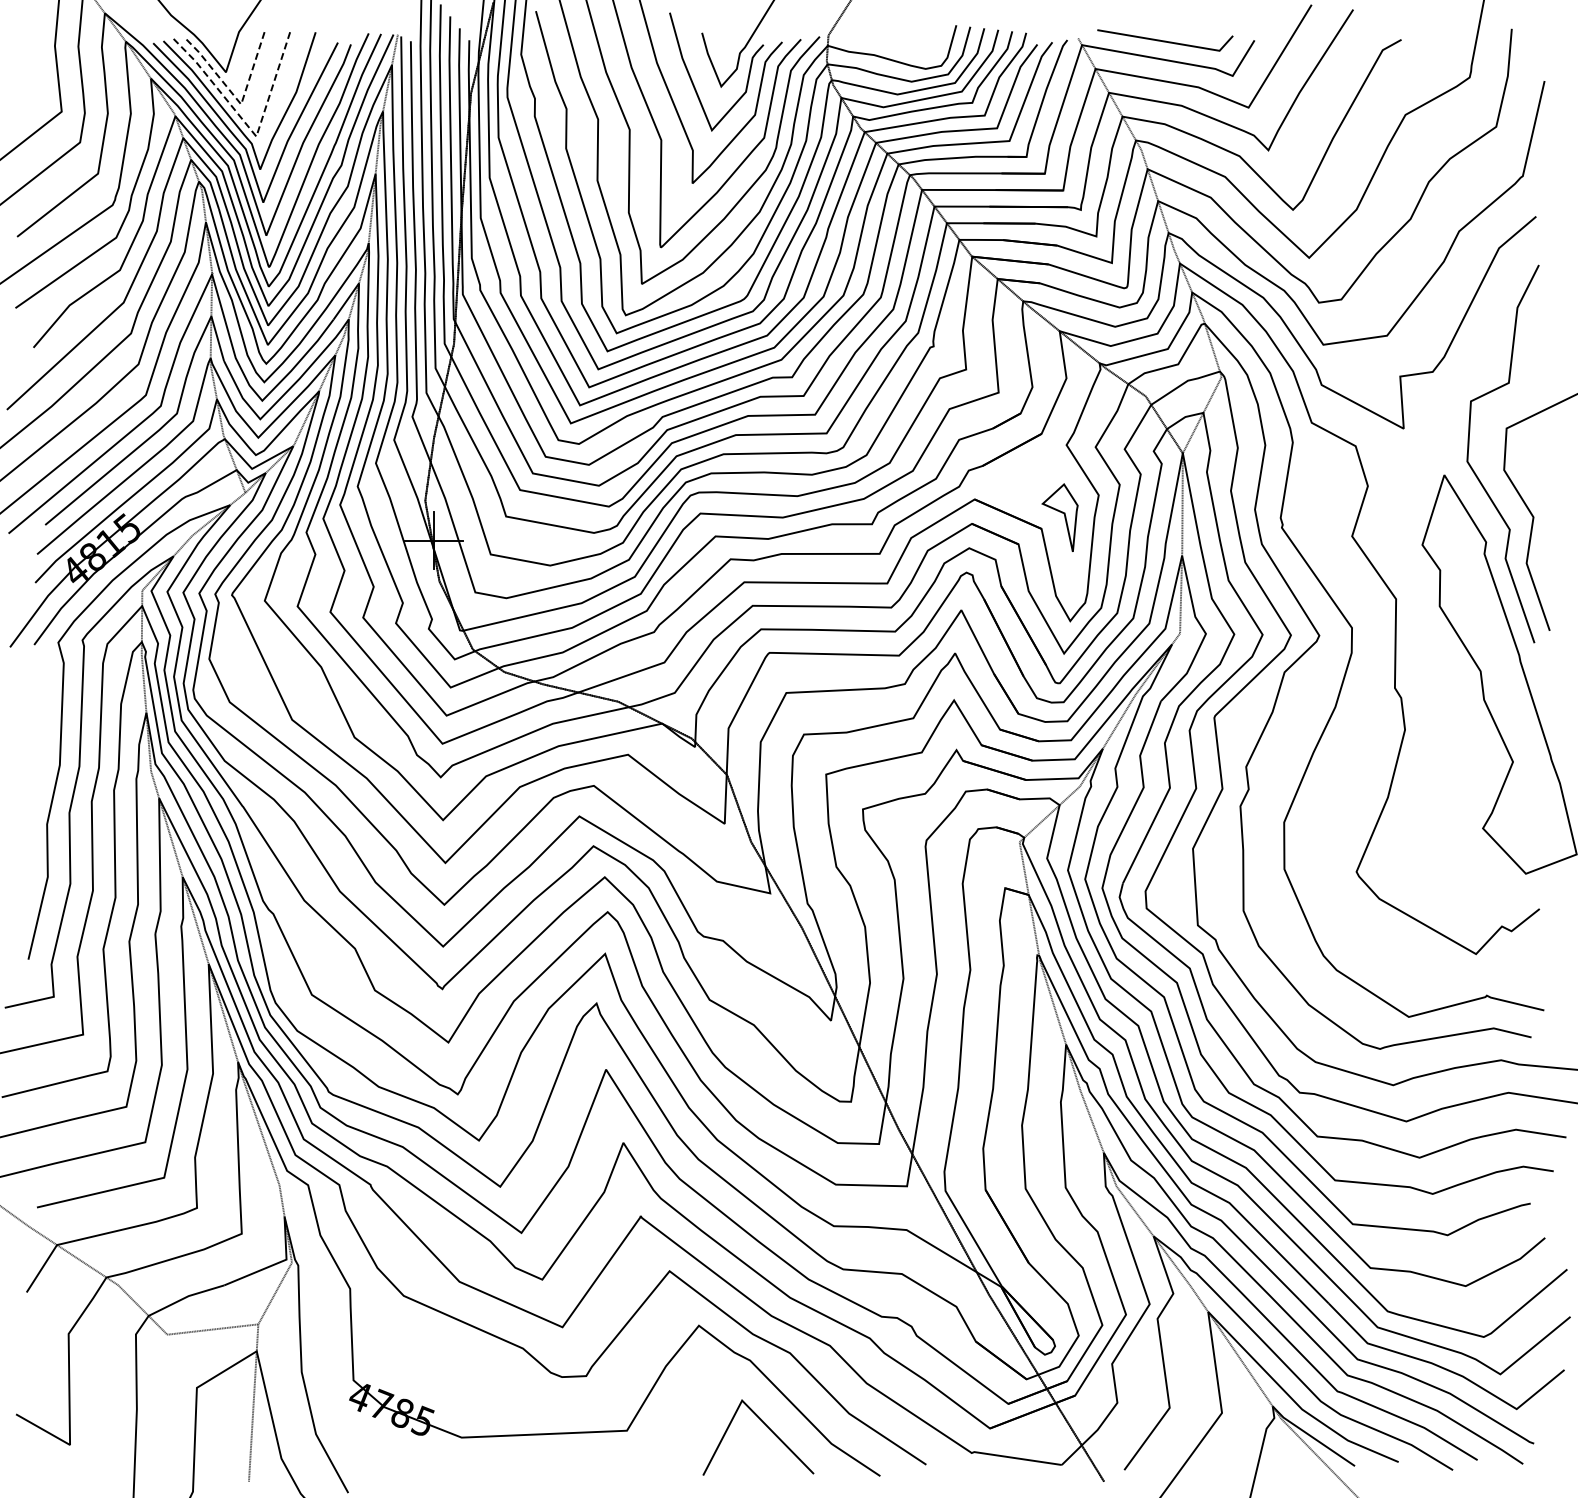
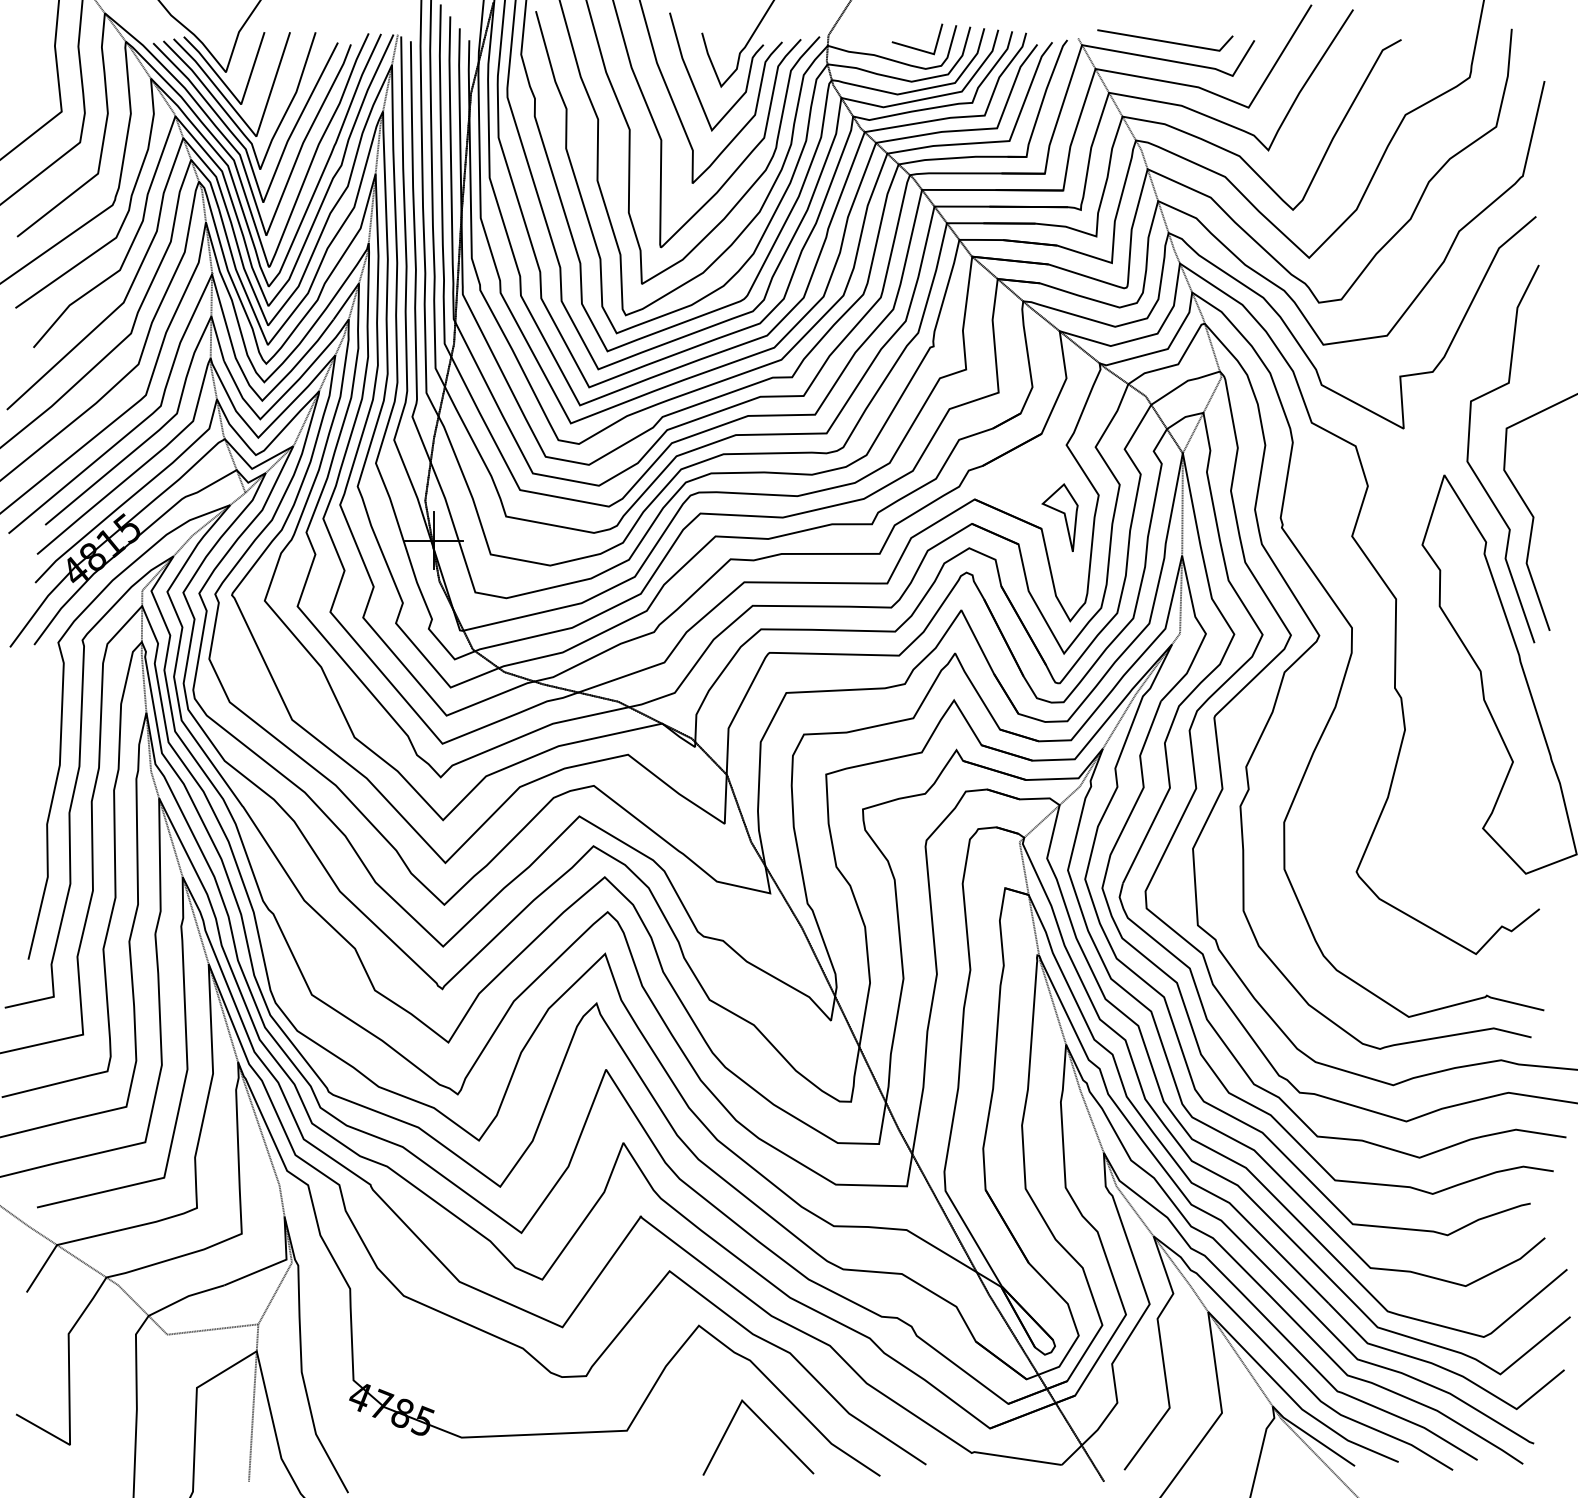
line at (915, 47): none -> present
line at (236, 99): dashed -> solid
line at (250, 128): dashed -> solid
